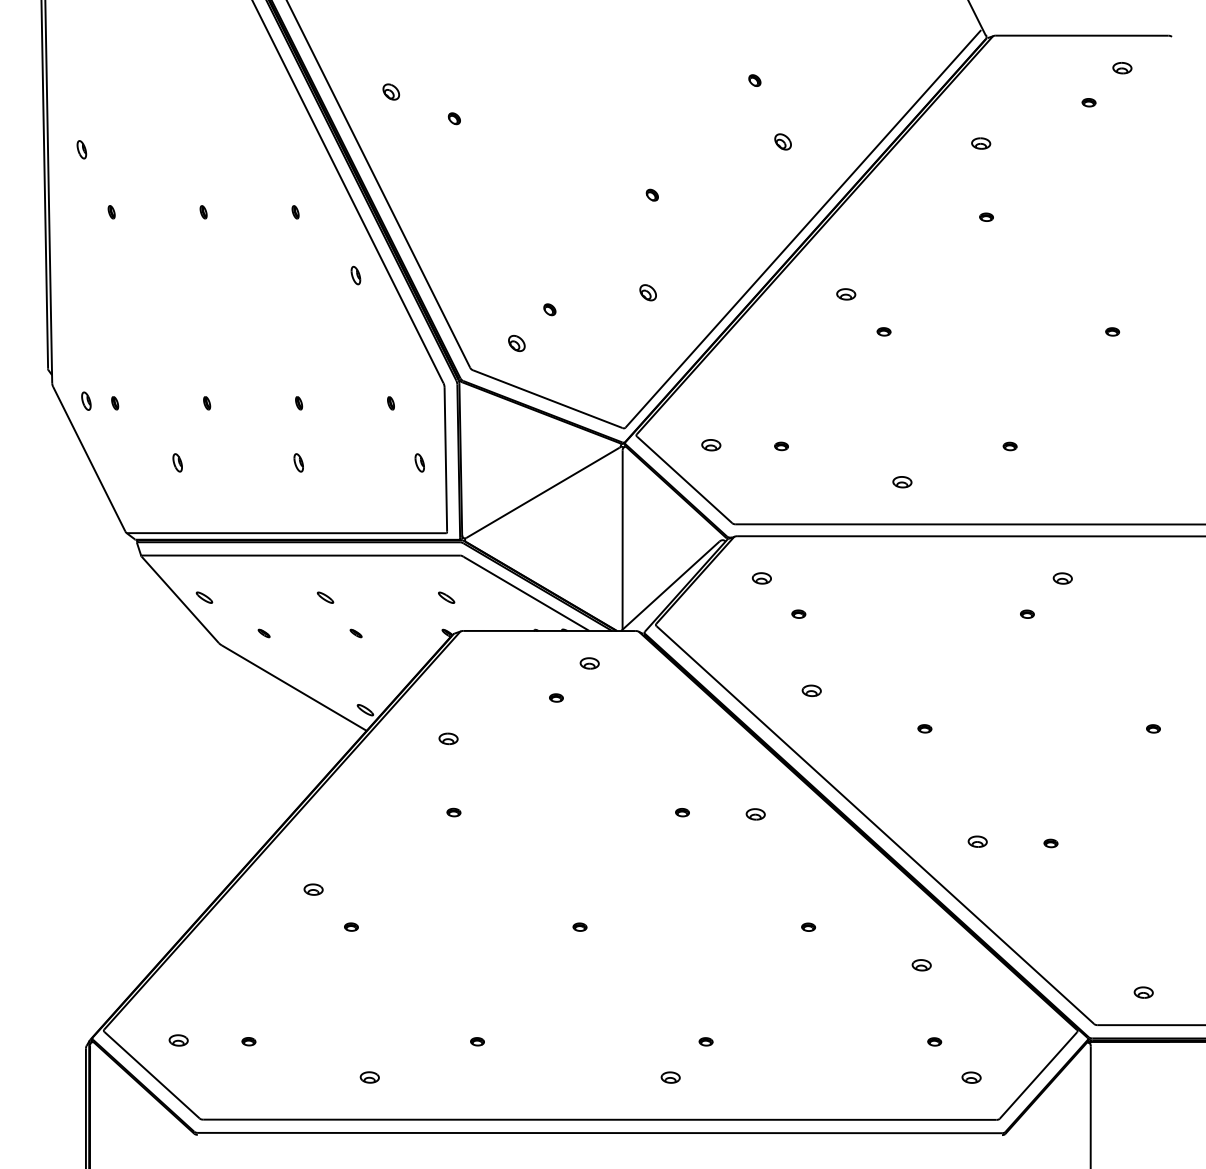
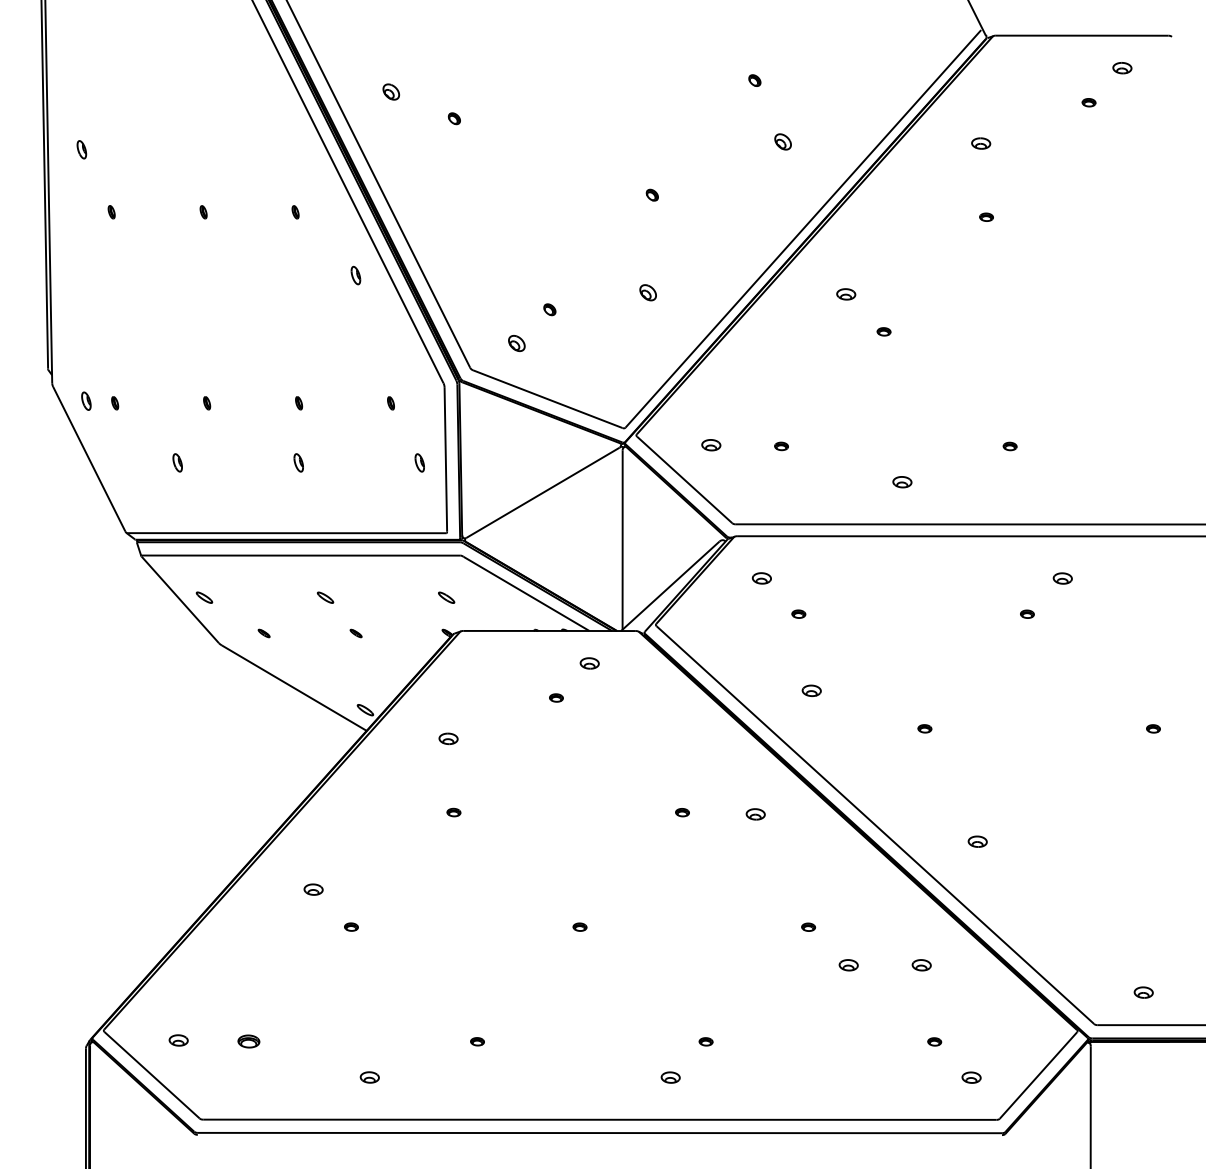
part at (1112, 331): present -> none
part at (1050, 843): present -> none
part at (848, 965): none -> present
part at (248, 1041) size: 16x10 px -> 24x15 px
